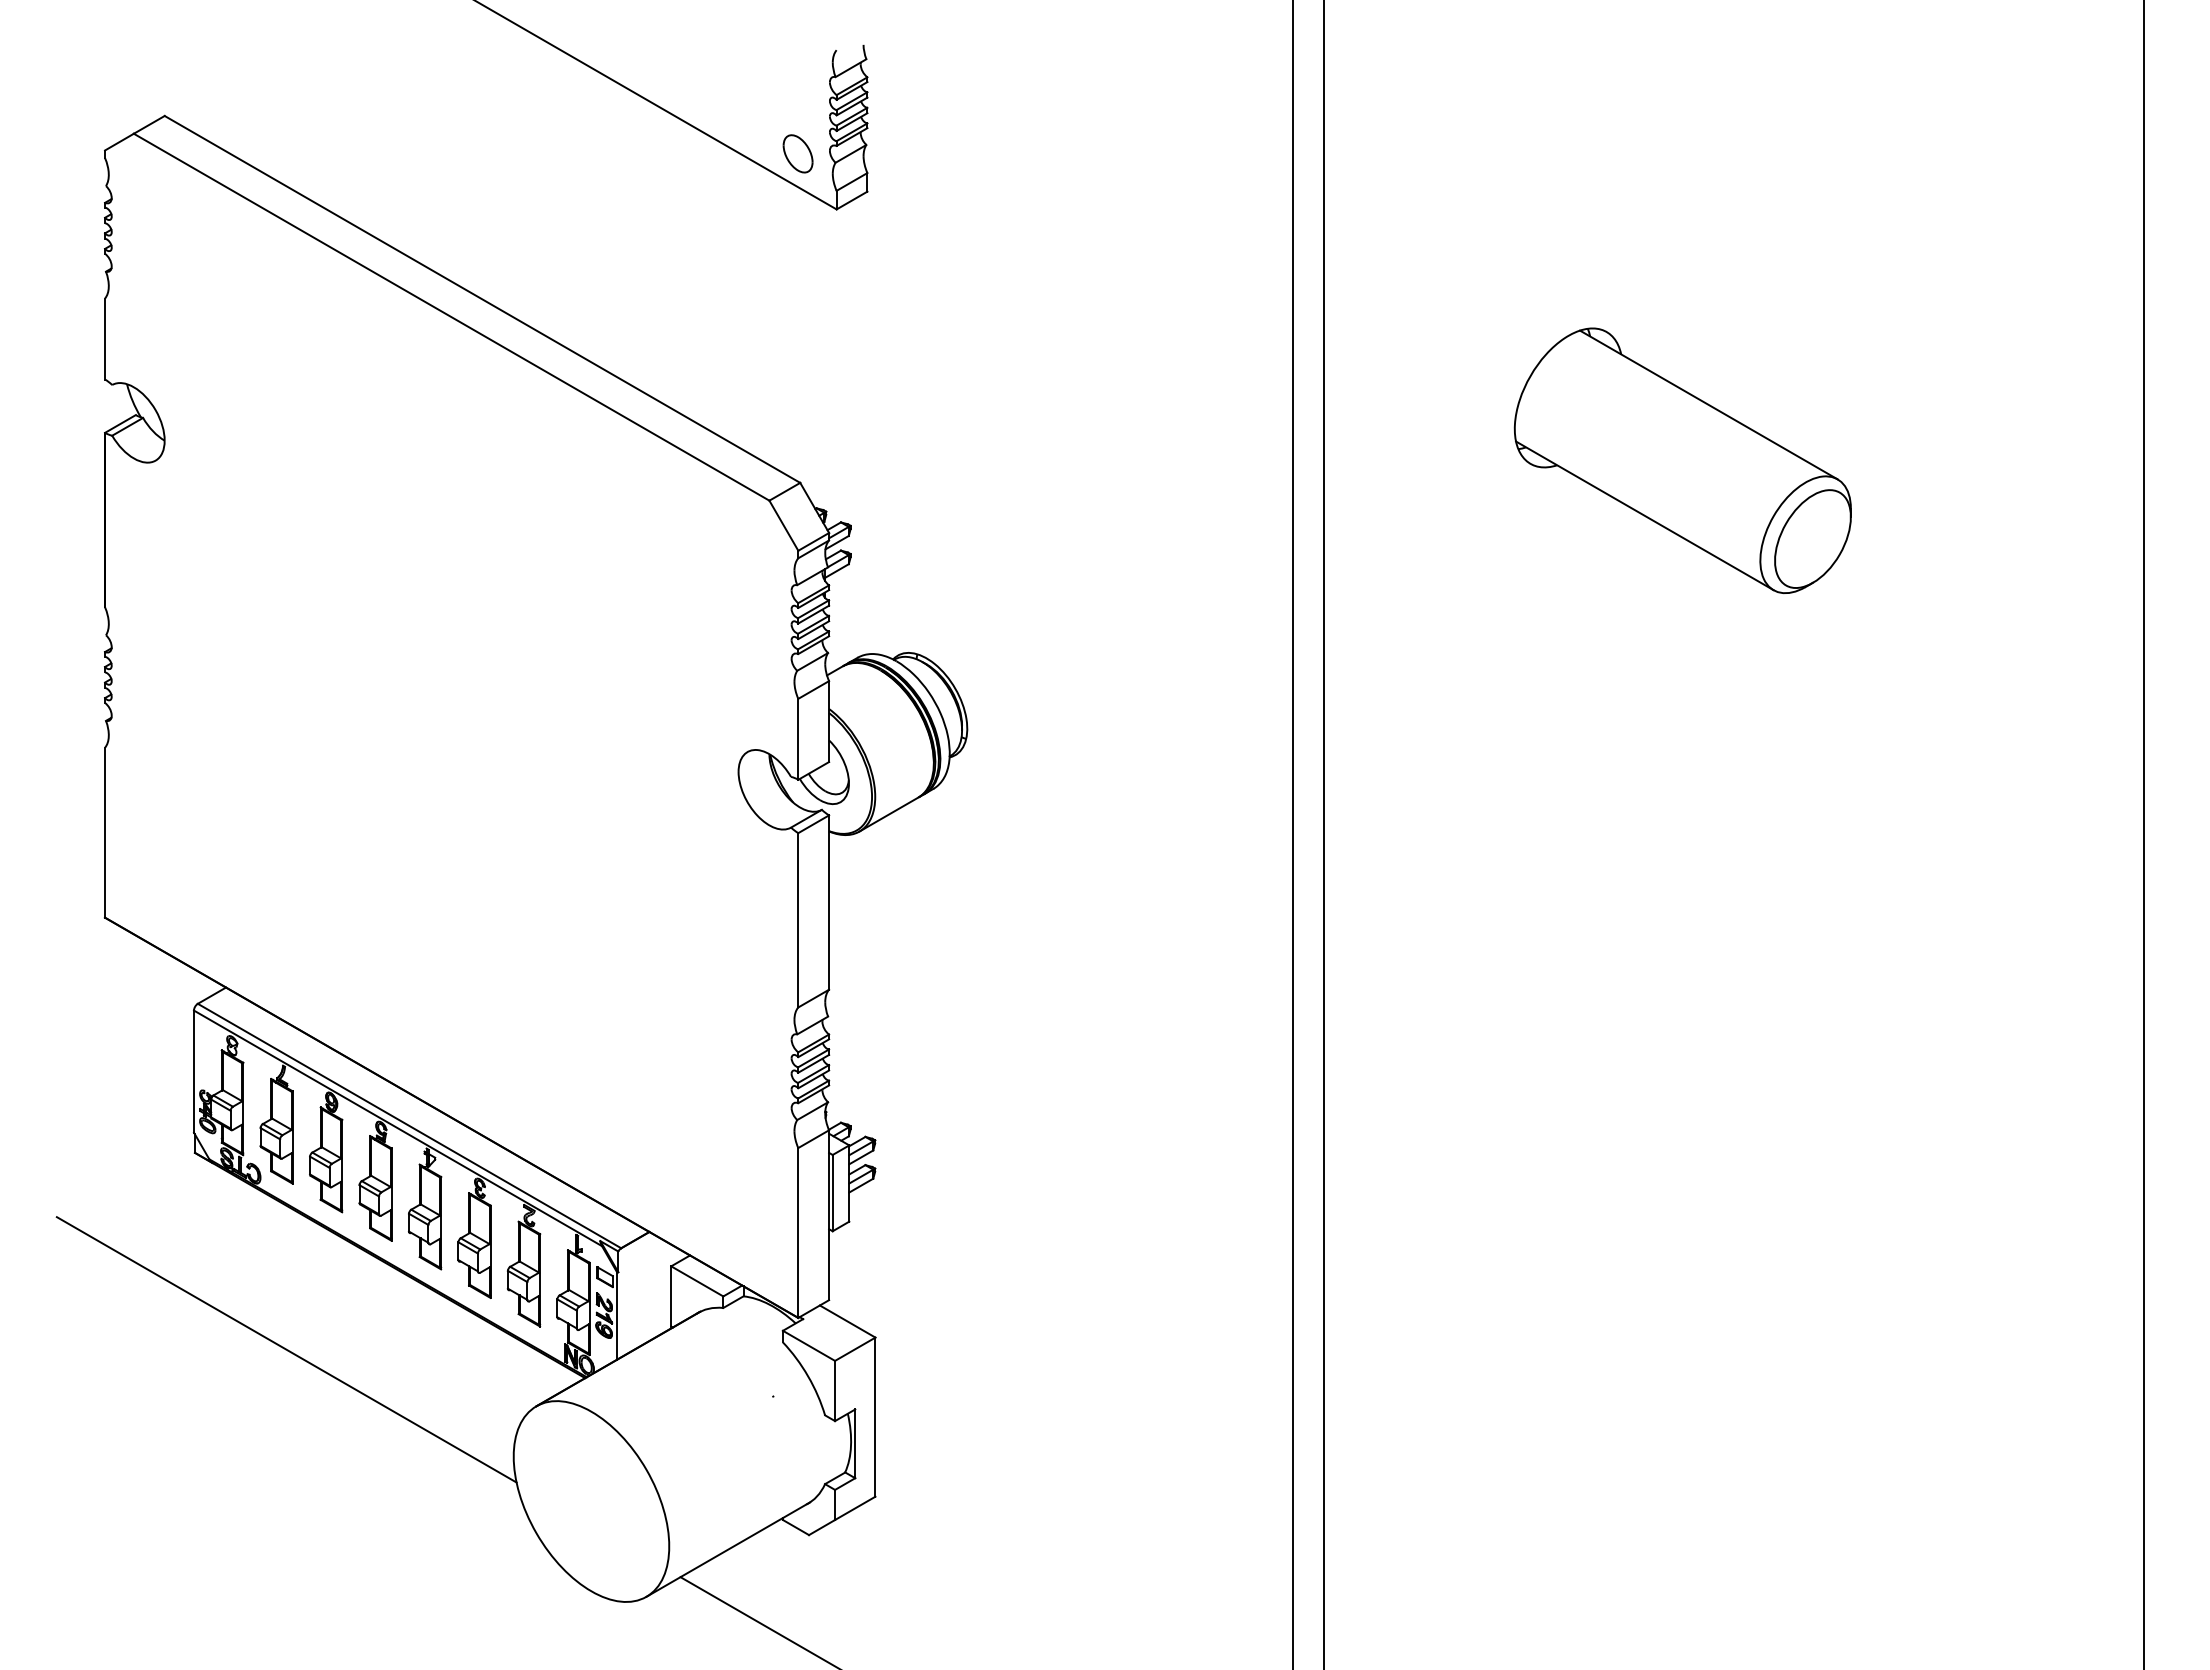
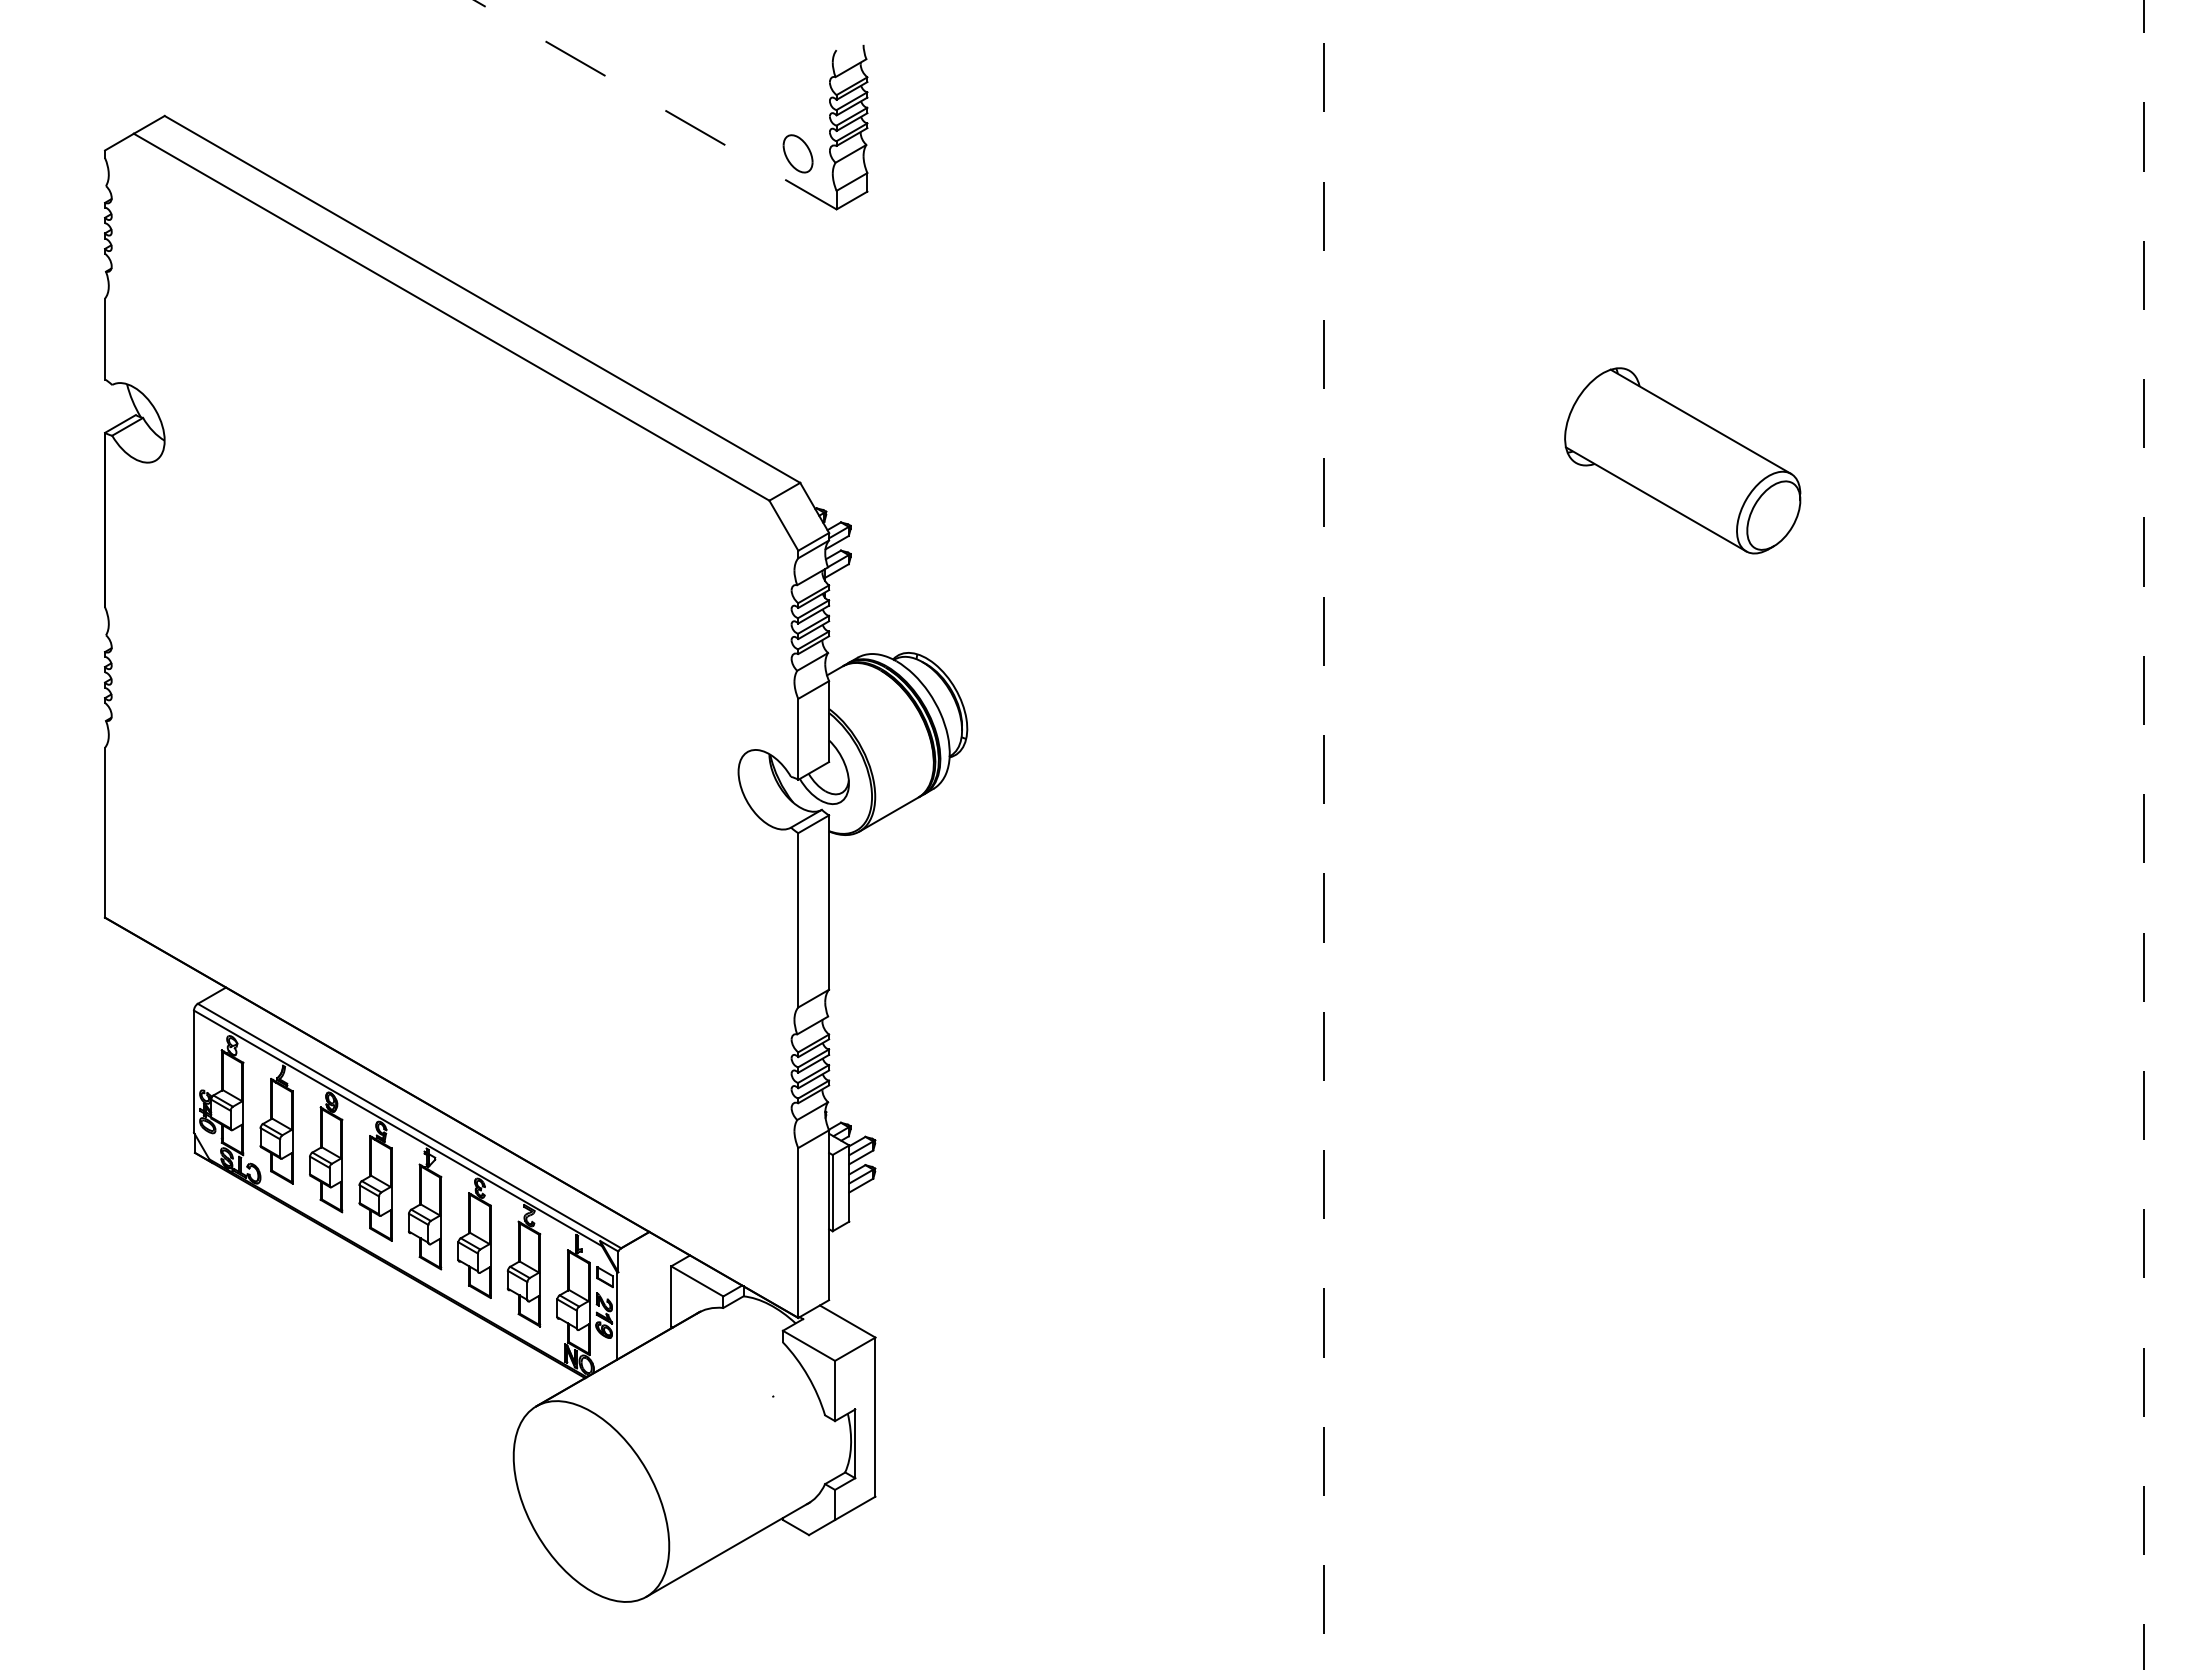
line at (655, 105): solid -> dashed
part at (1682, 460) size: 339x268 px -> 238x188 px
line at (1293, 834): present -> none
line at (1324, 835): solid -> dashed
line at (2143, 835): solid -> dashed
line at (286, 1349): present -> none
line at (757, 1621): present -> none
